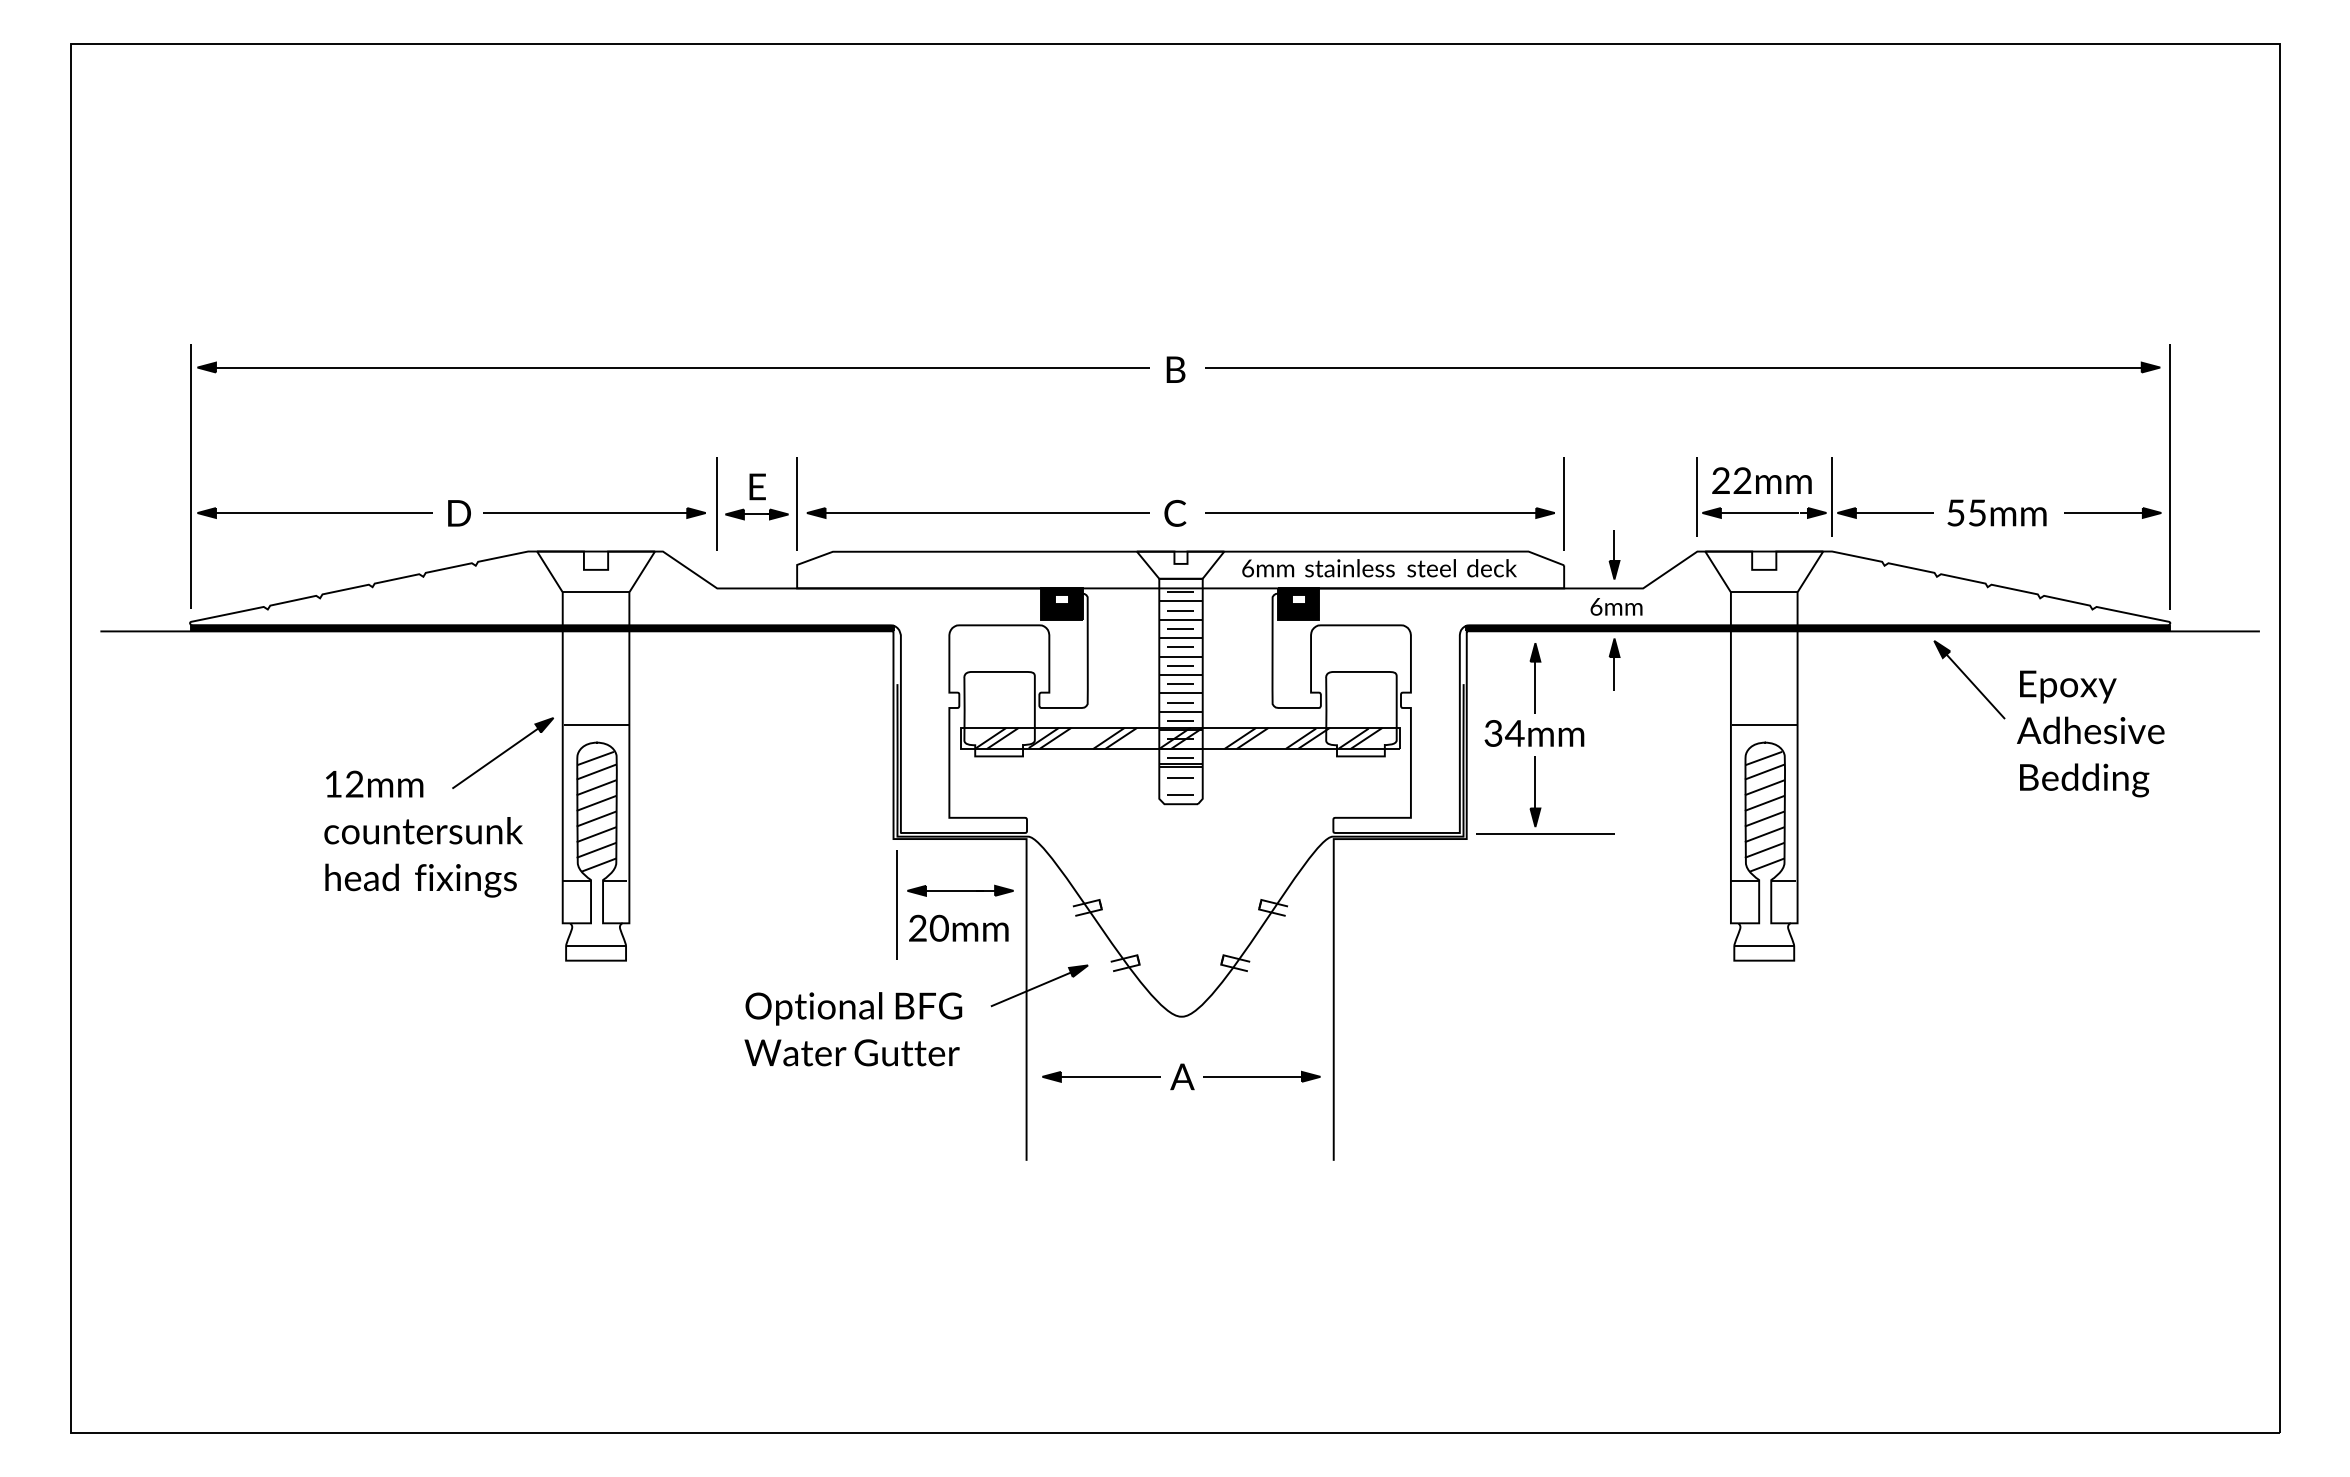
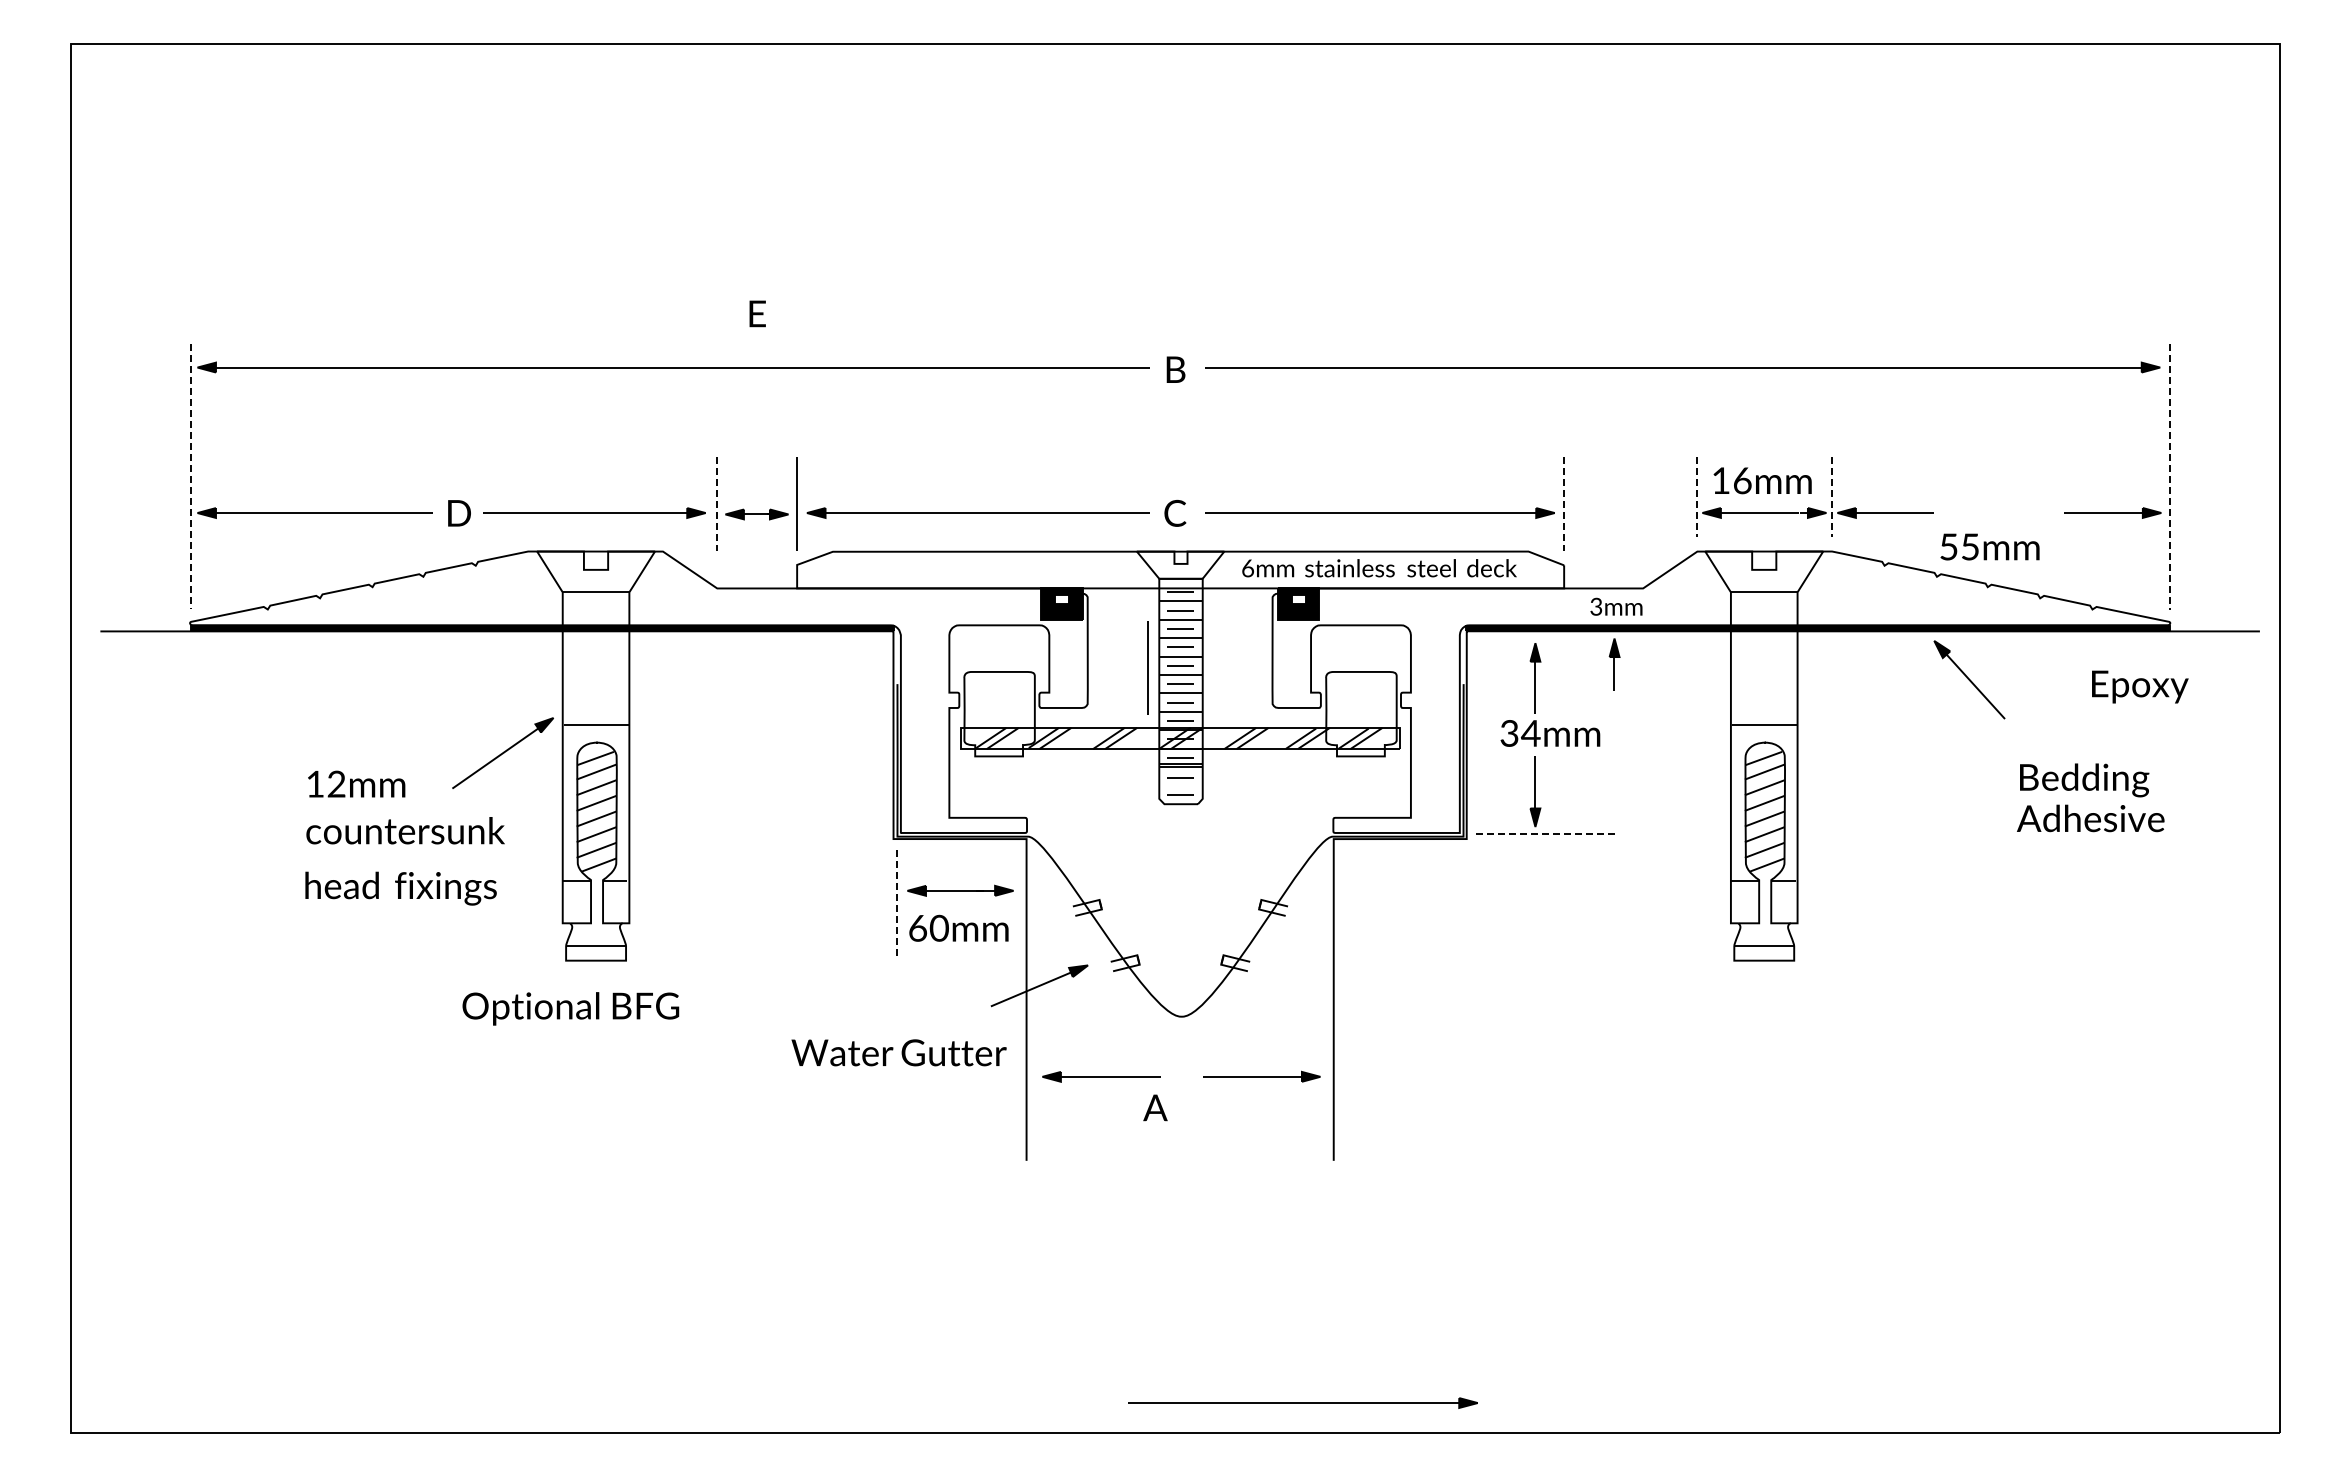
line at (190, 476): solid -> dashed
line at (2170, 477): solid -> dashed
text at (1731, 480): 22mm -> 16mm
text at (757, 486) position: (757, 486) -> (757, 313)
line at (1697, 496): solid -> dashed
line at (1831, 496): solid -> dashed
line at (717, 504): solid -> dashed
line at (1564, 504): solid -> dashed
text at (1996, 512) position: (1996, 512) -> (1989, 546)
part at (1614, 554): present -> none
text at (1596, 606): 6mm -> 3mm
line at (1147, 667): none -> present
text at (2068, 686) position: (2068, 686) -> (2140, 686)
text at (2090, 730) position: (2090, 730) -> (2090, 818)
text at (1534, 733) position: (1534, 733) -> (1550, 733)
text at (374, 783) position: (374, 783) -> (356, 783)
text at (423, 830) position: (423, 830) -> (405, 830)
line at (1545, 833): solid -> dashed
text at (420, 880) position: (420, 880) -> (400, 888)
line at (897, 905): solid -> dashed
text at (917, 927): 20mm -> 60mm
text at (853, 1008) position: (853, 1008) -> (570, 1008)
text at (851, 1052) position: (851, 1052) -> (898, 1052)
text at (1182, 1076) position: (1182, 1076) -> (1155, 1107)
part at (1302, 1402): none -> present
